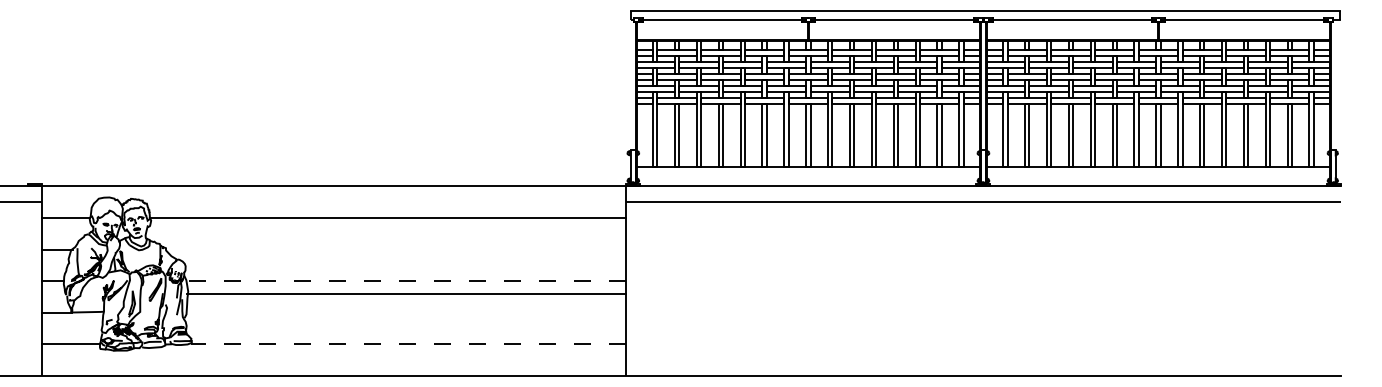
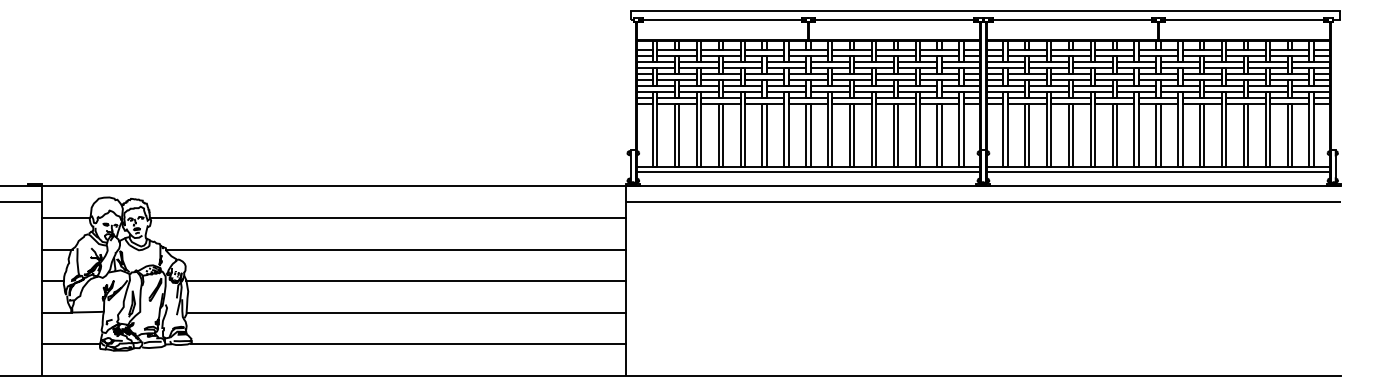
line at (807, 171): none -> present
line at (1158, 171): none -> present
line at (395, 249): none -> present
line at (406, 281): dashed -> solid
line at (406, 293) position: (406, 293) -> (406, 312)
line at (408, 344): dashed -> solid
